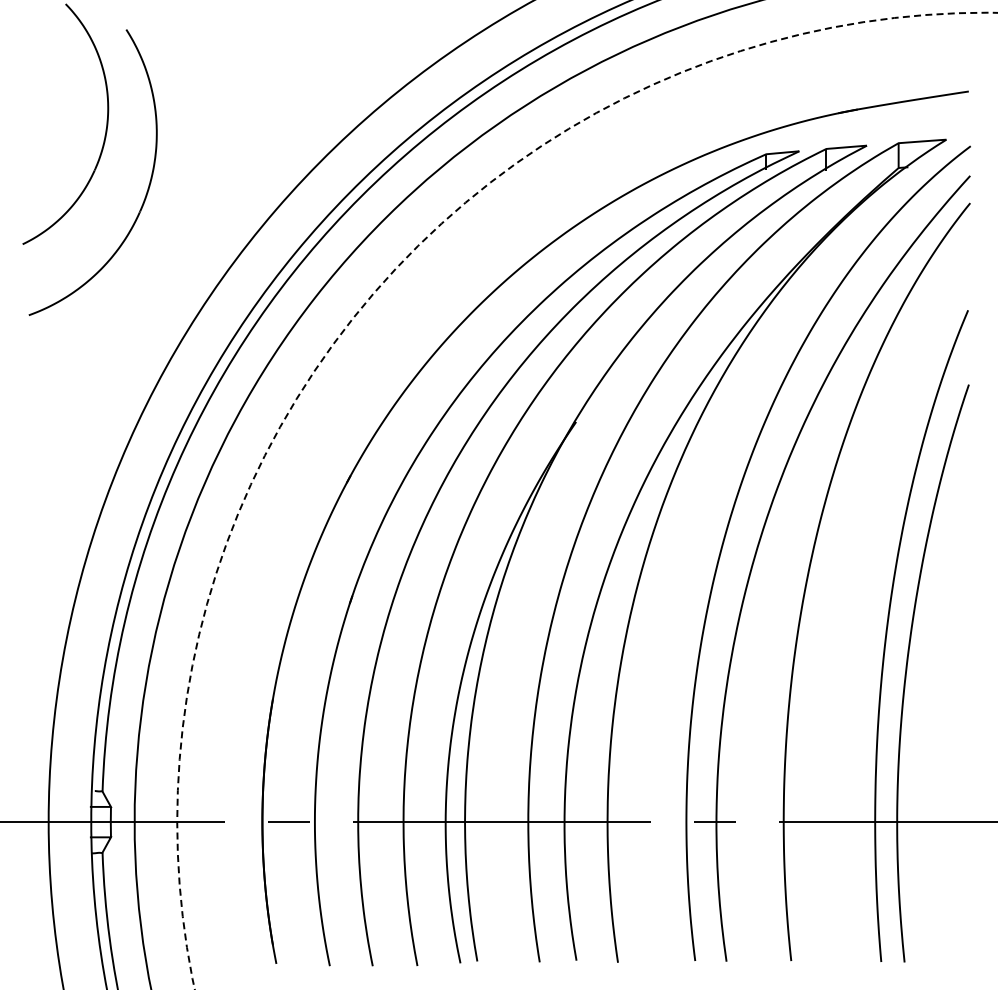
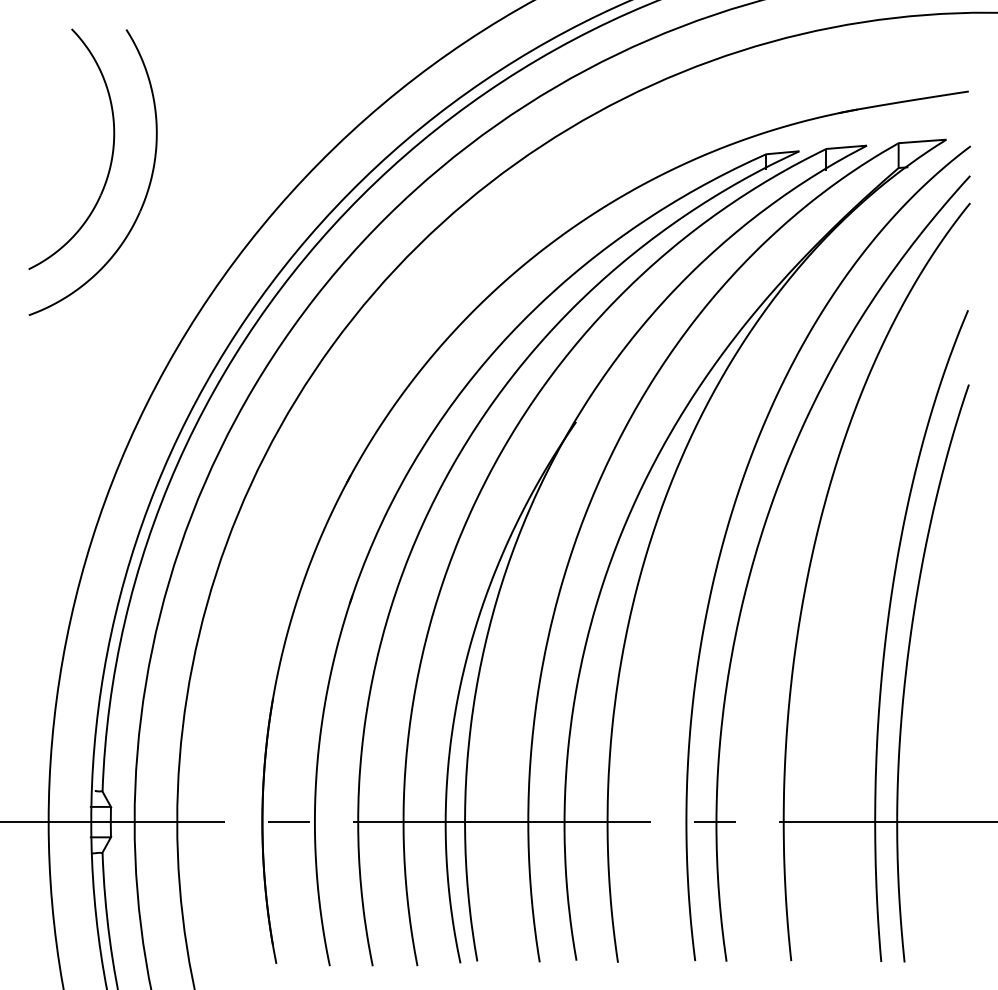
part at (105, 129) position: (105, 129) -> (111, 154)
arc at (360, 308): dashed -> solid
